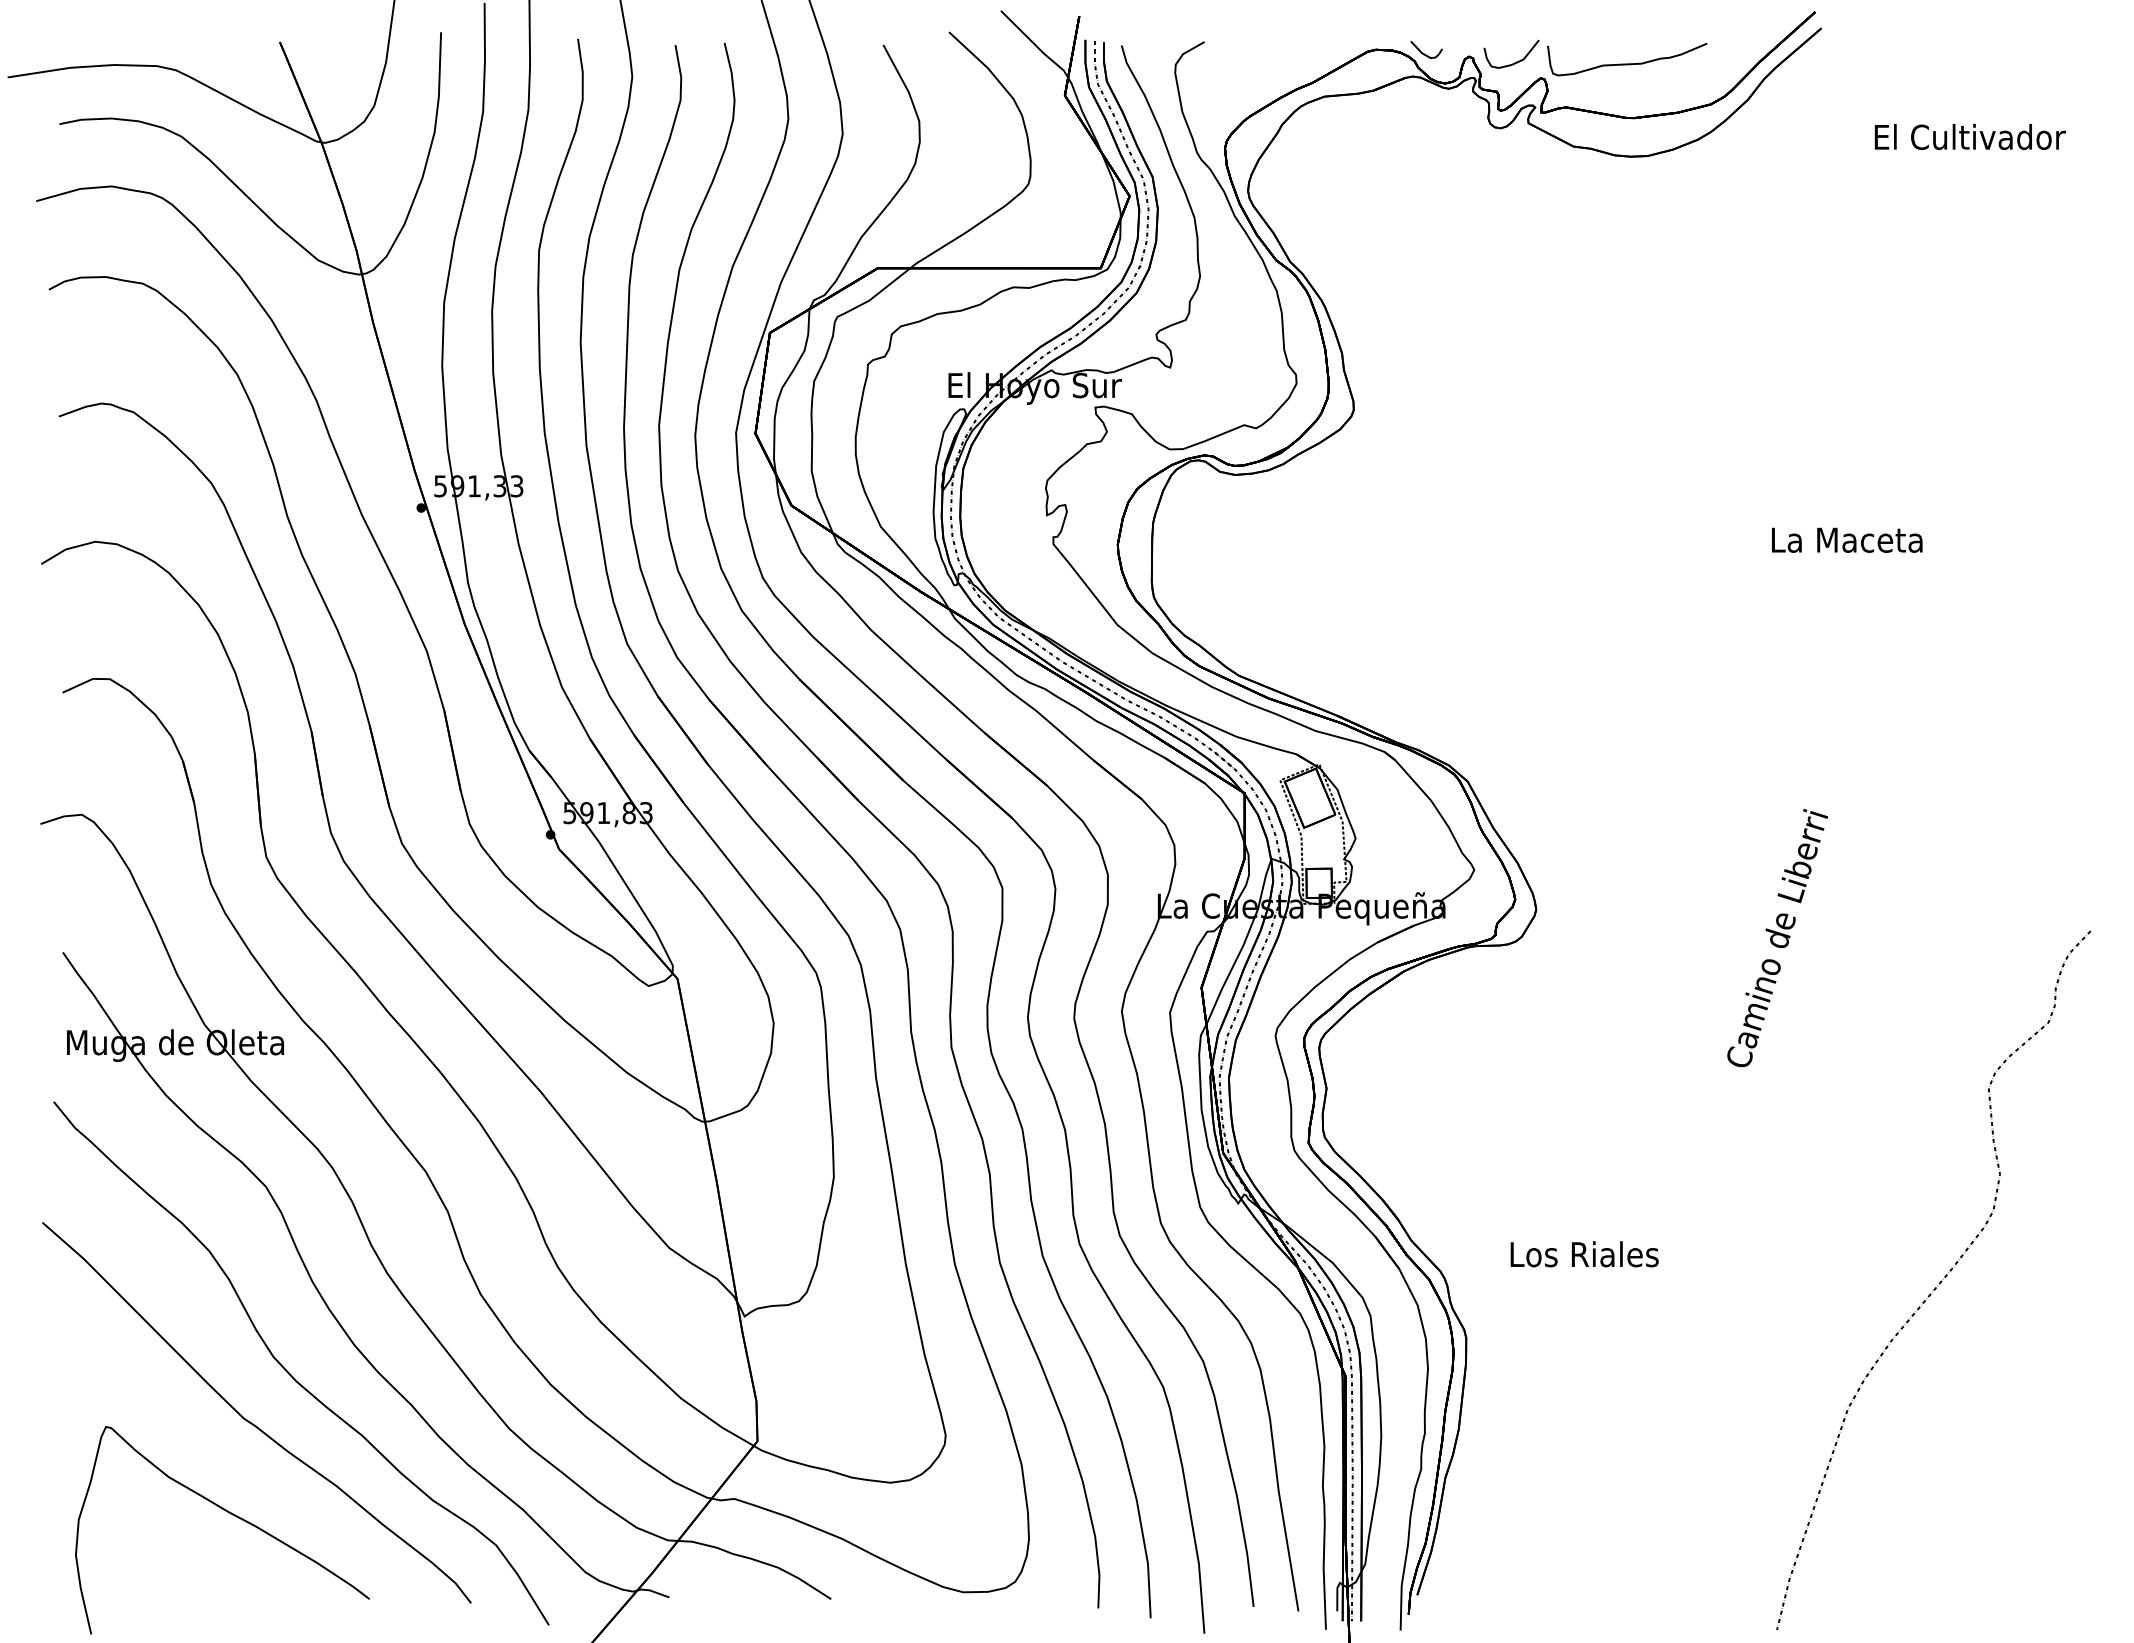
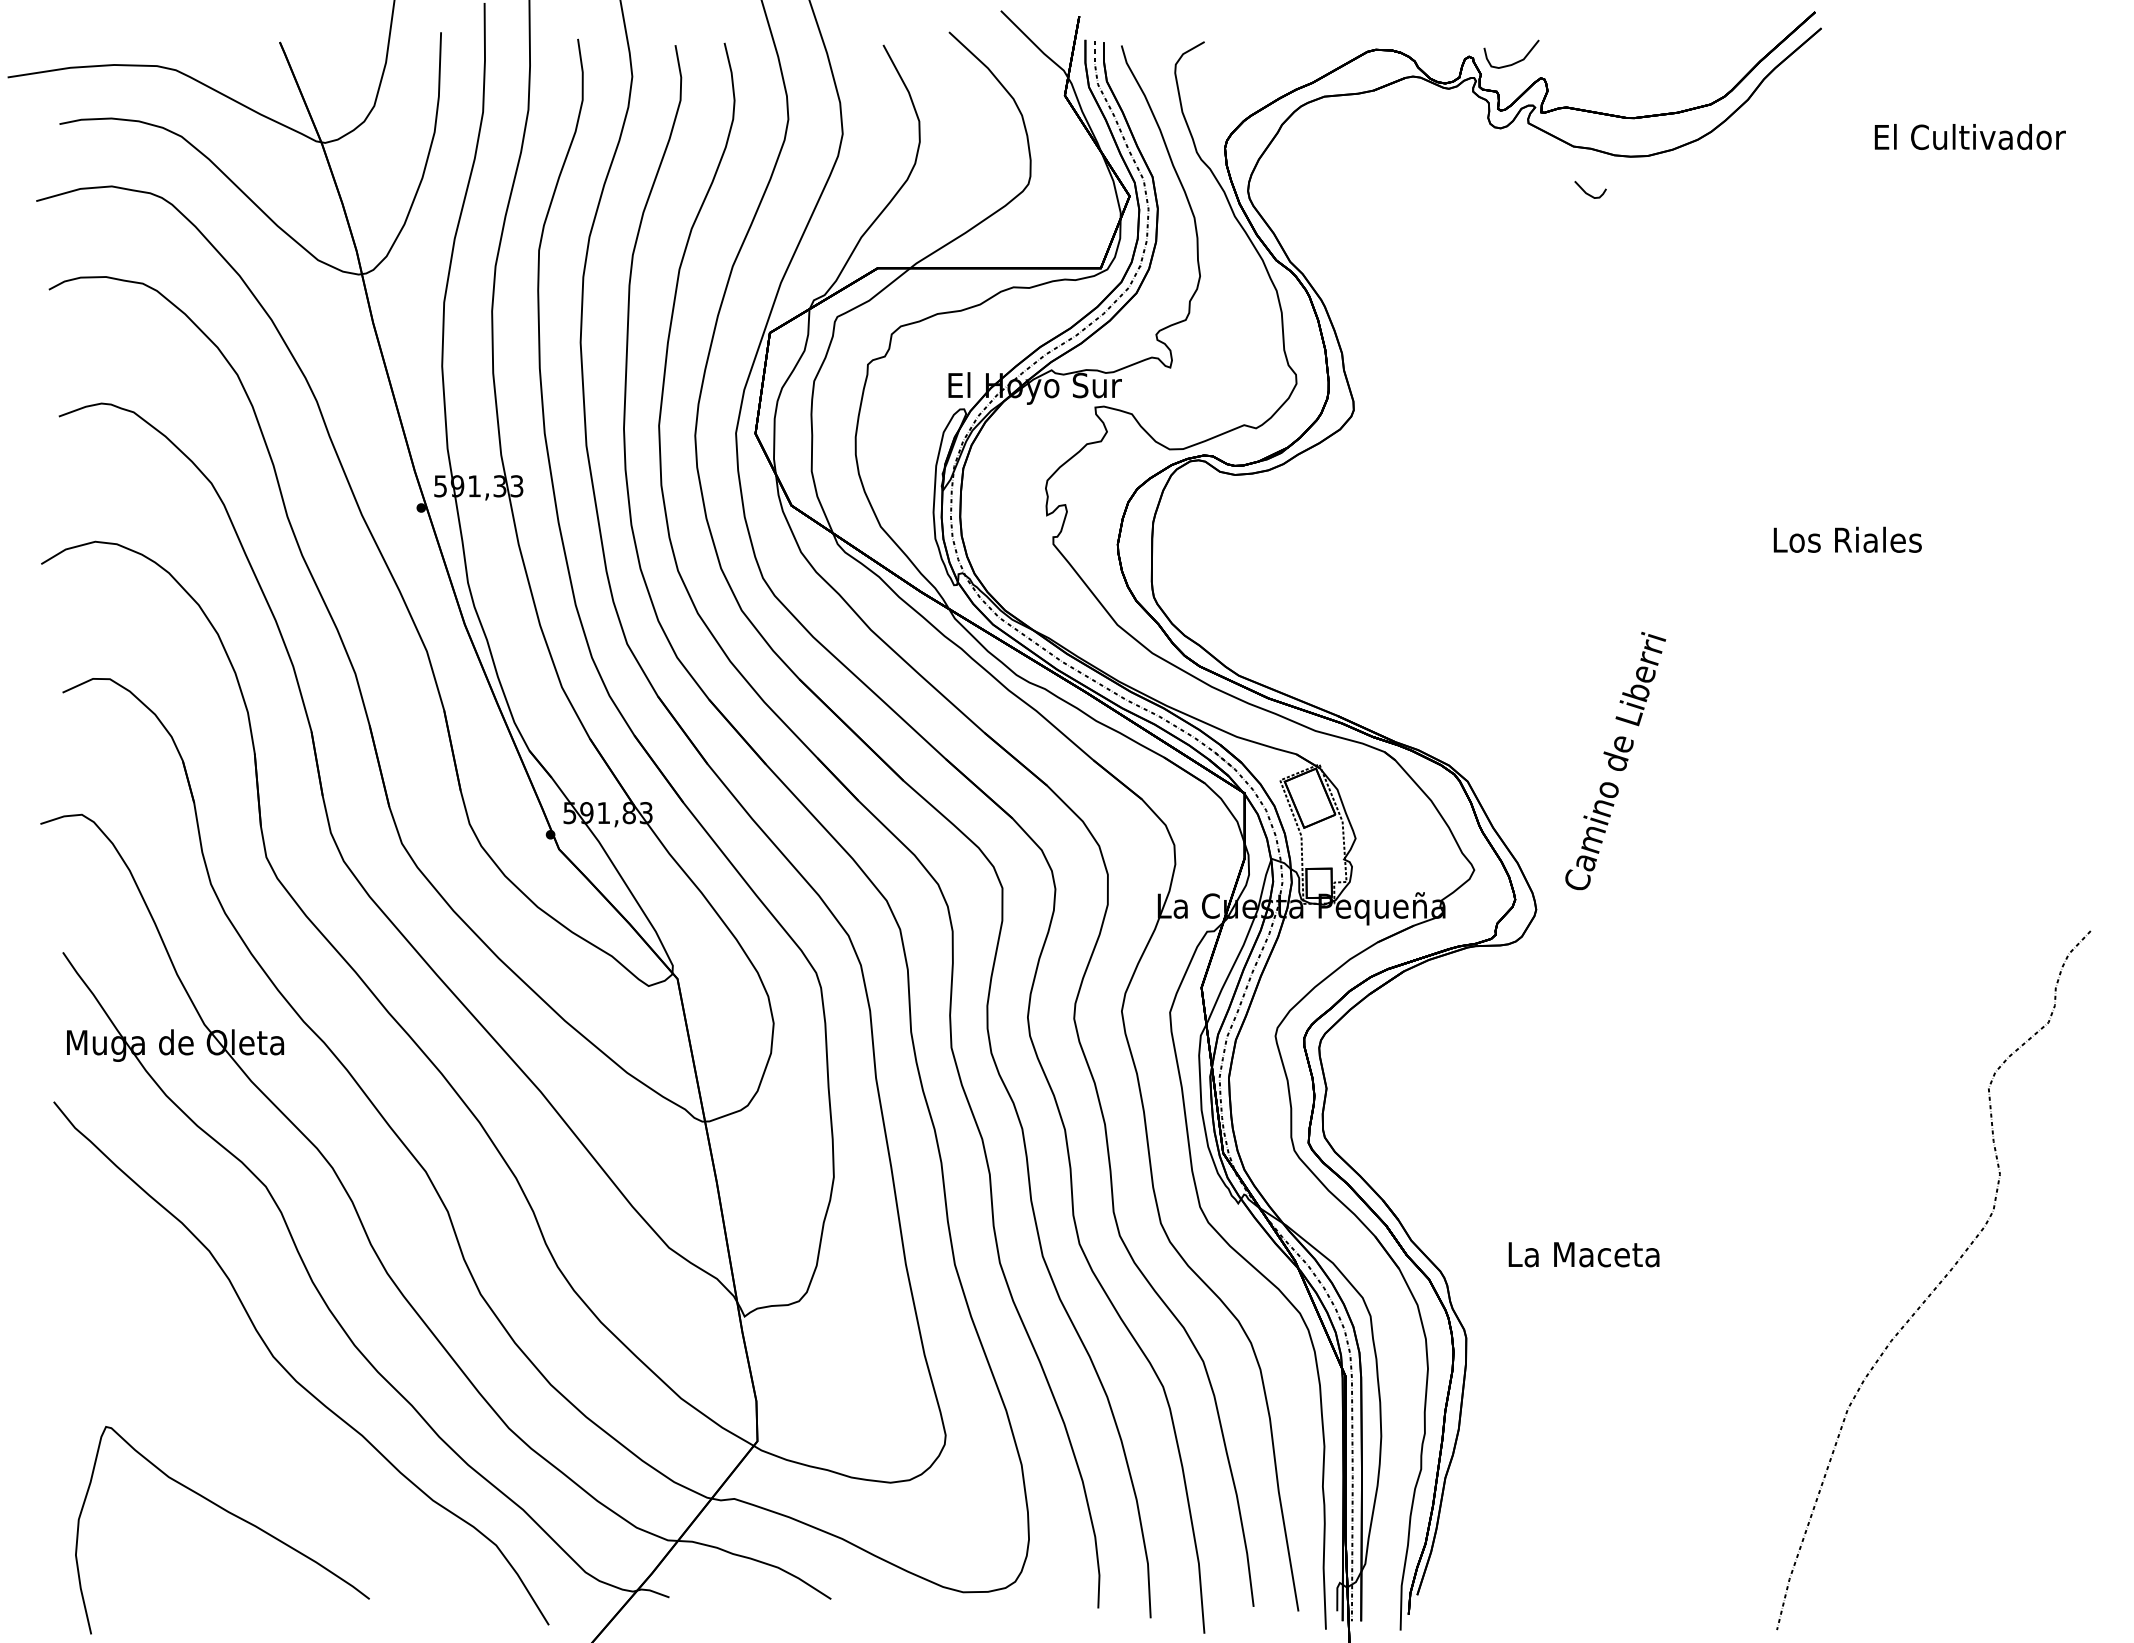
curve at (1424, 53) position: (1424, 53) -> (1588, 193)
curve at (1627, 63): present -> none
text at (1847, 539): La Maceta -> Los Riales
text at (1777, 938) position: (1777, 938) -> (1615, 761)
text at (1583, 1254): Los Riales -> La Maceta
curve at (250, 1421): present -> none
